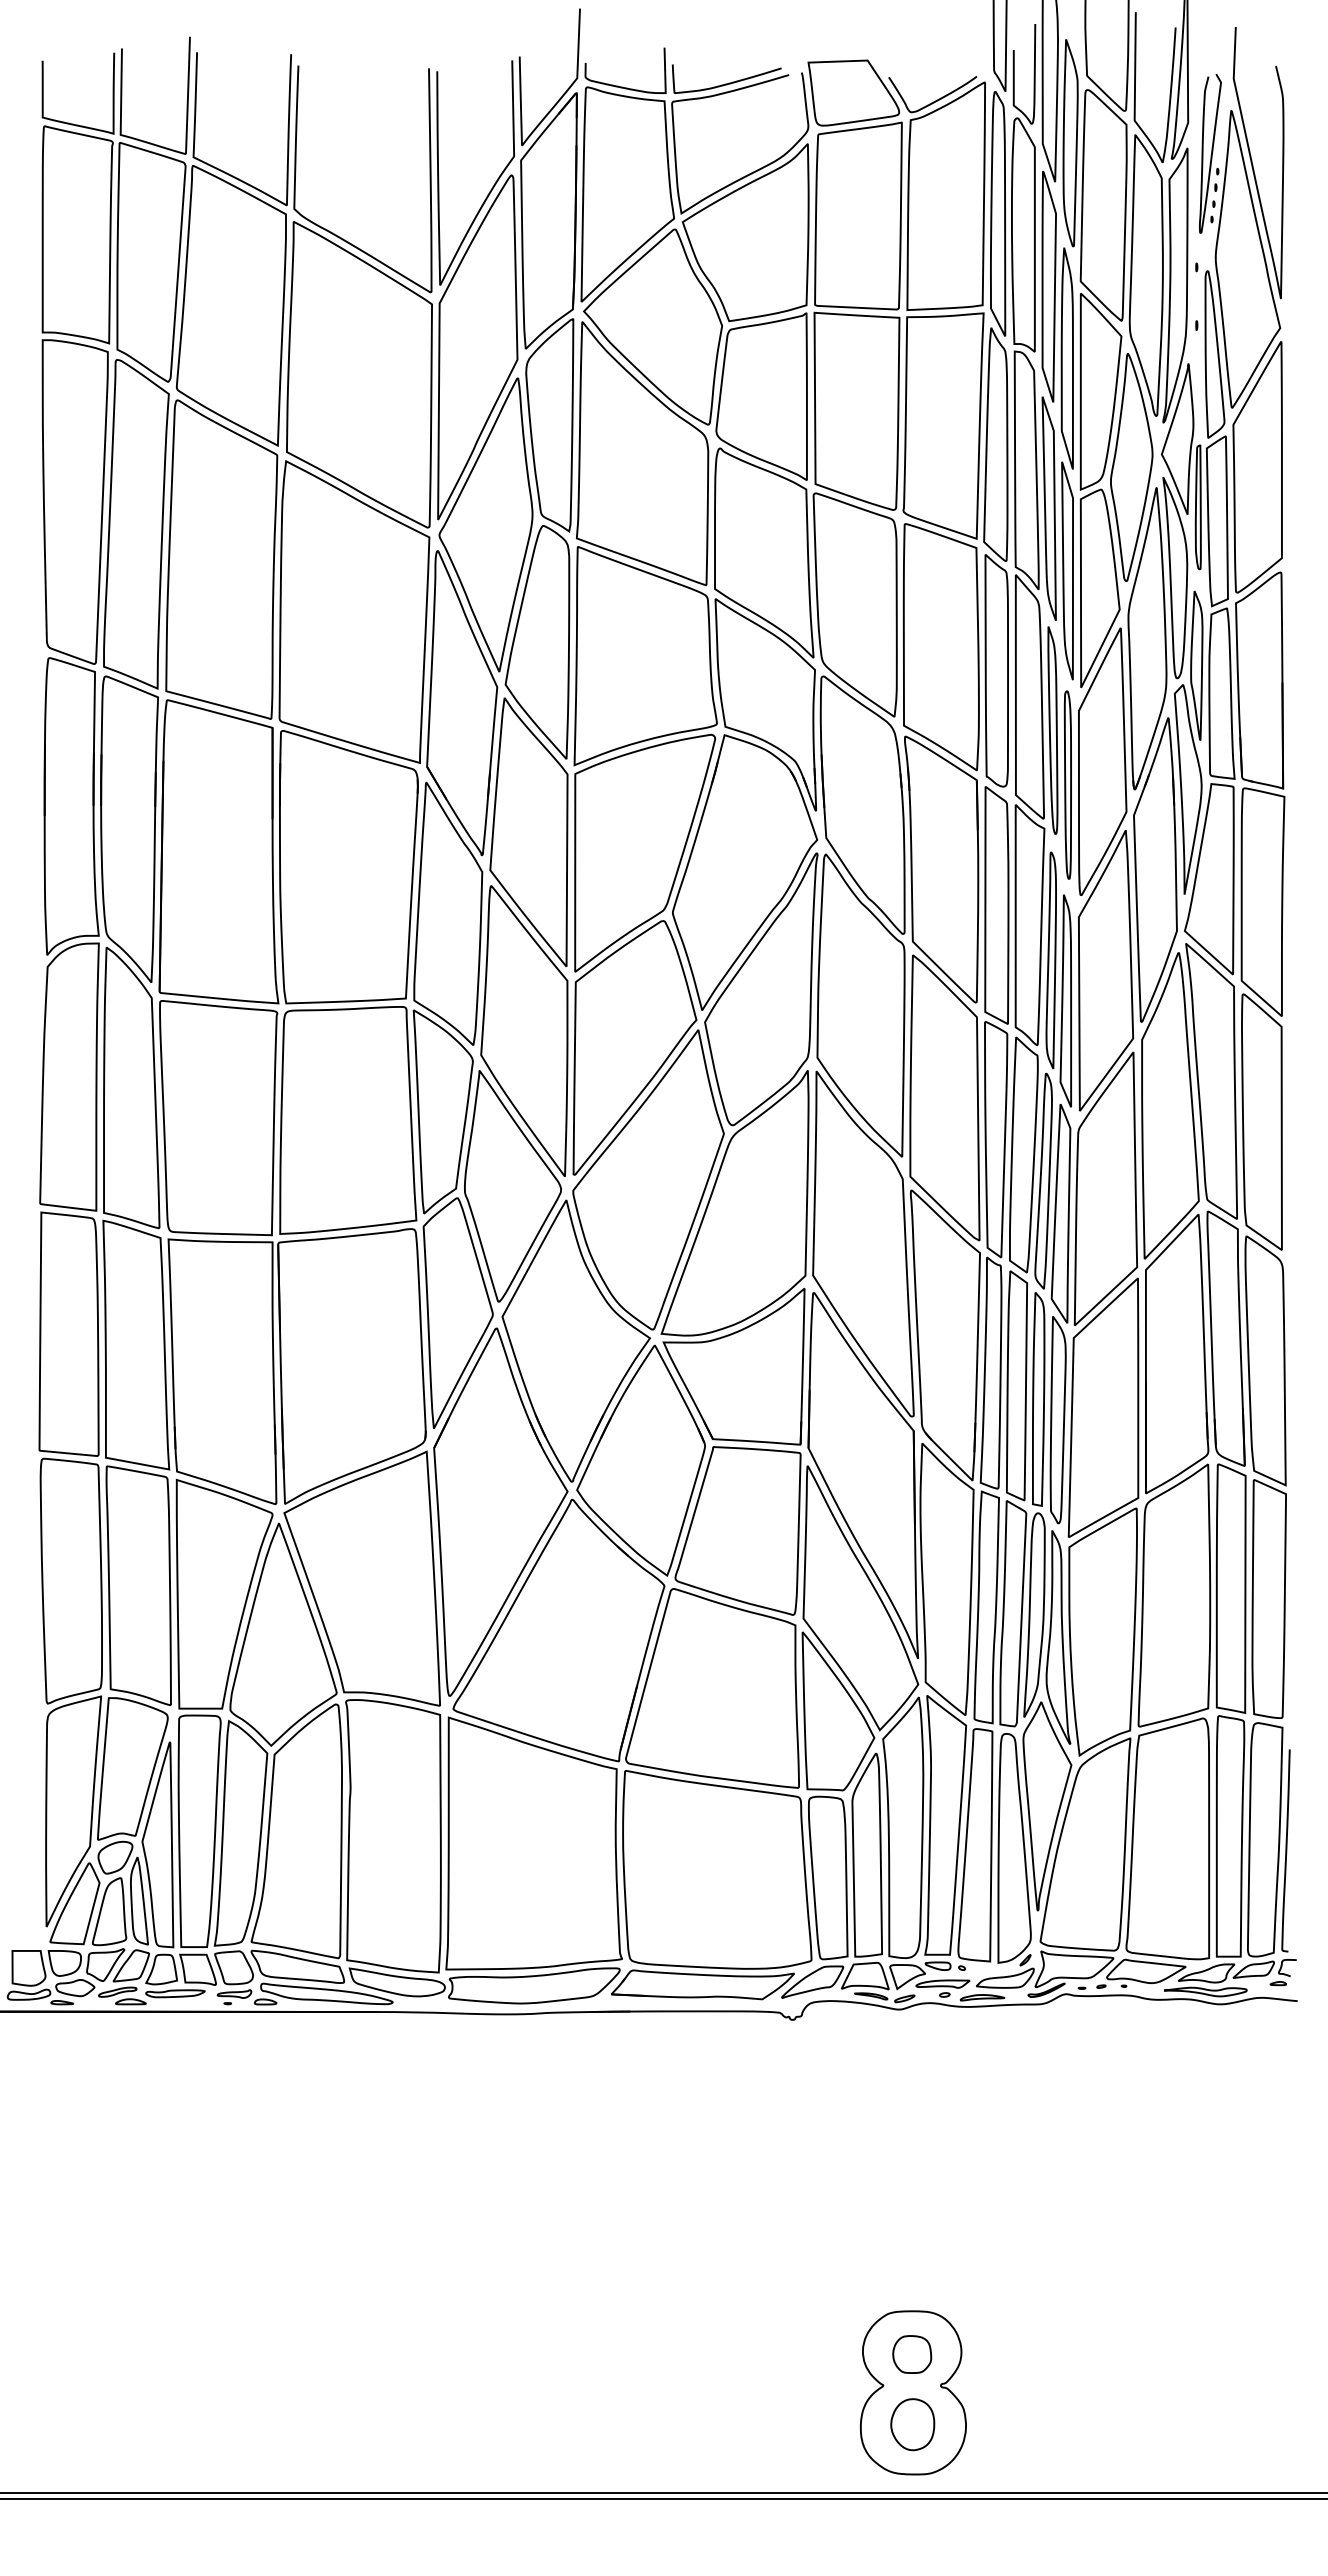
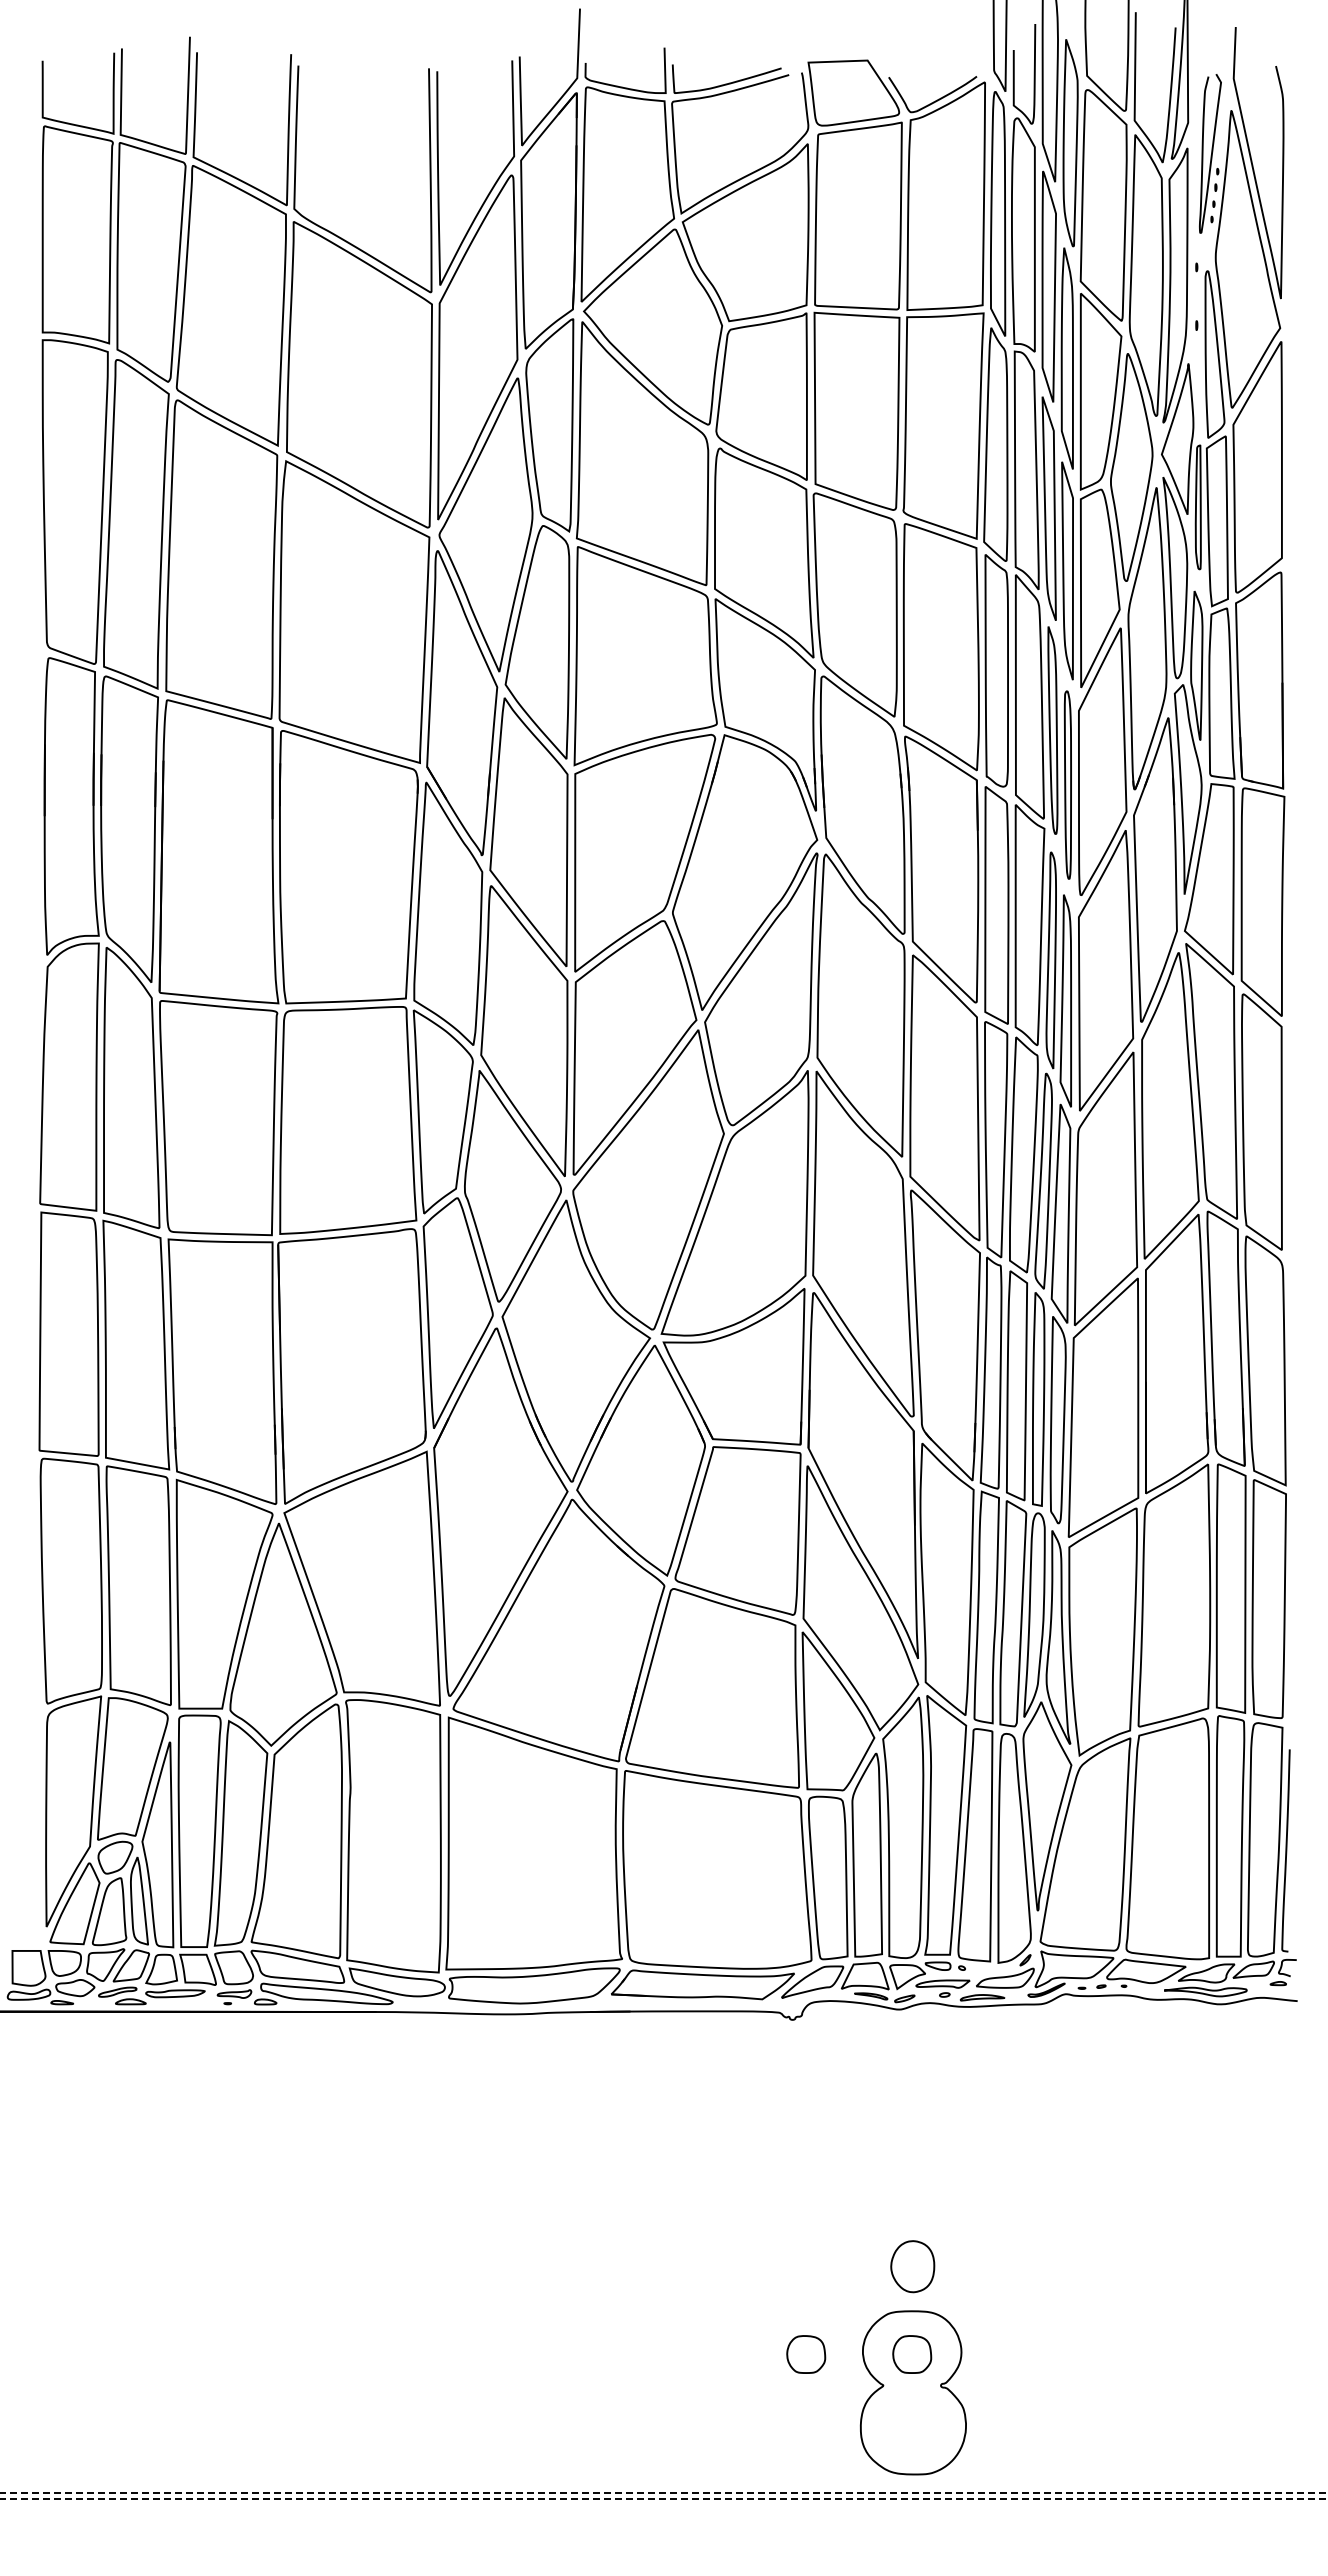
part at (806, 2354): none -> present
part at (912, 2424) position: (912, 2424) -> (912, 2266)
line at (664, 2492): solid -> dashed
line at (664, 2498): solid -> dashed
